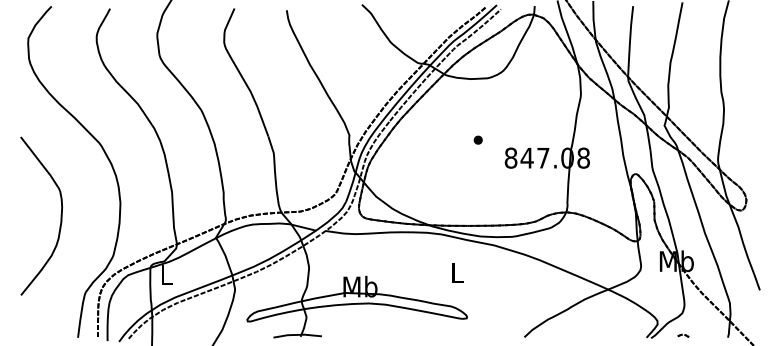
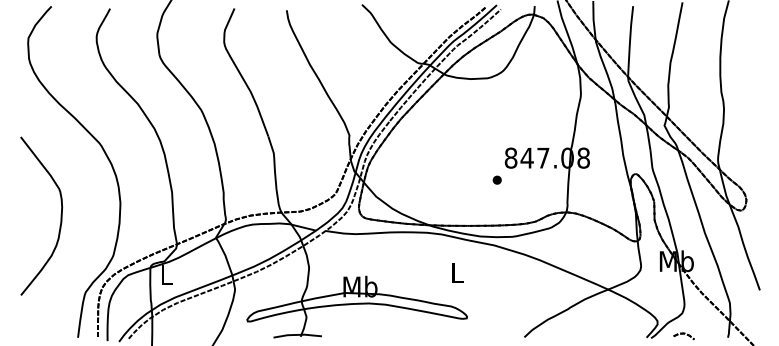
part at (477, 139) position: (477, 139) -> (496, 179)
part at (683, 335) size: 13x5 px -> 22x9 px
